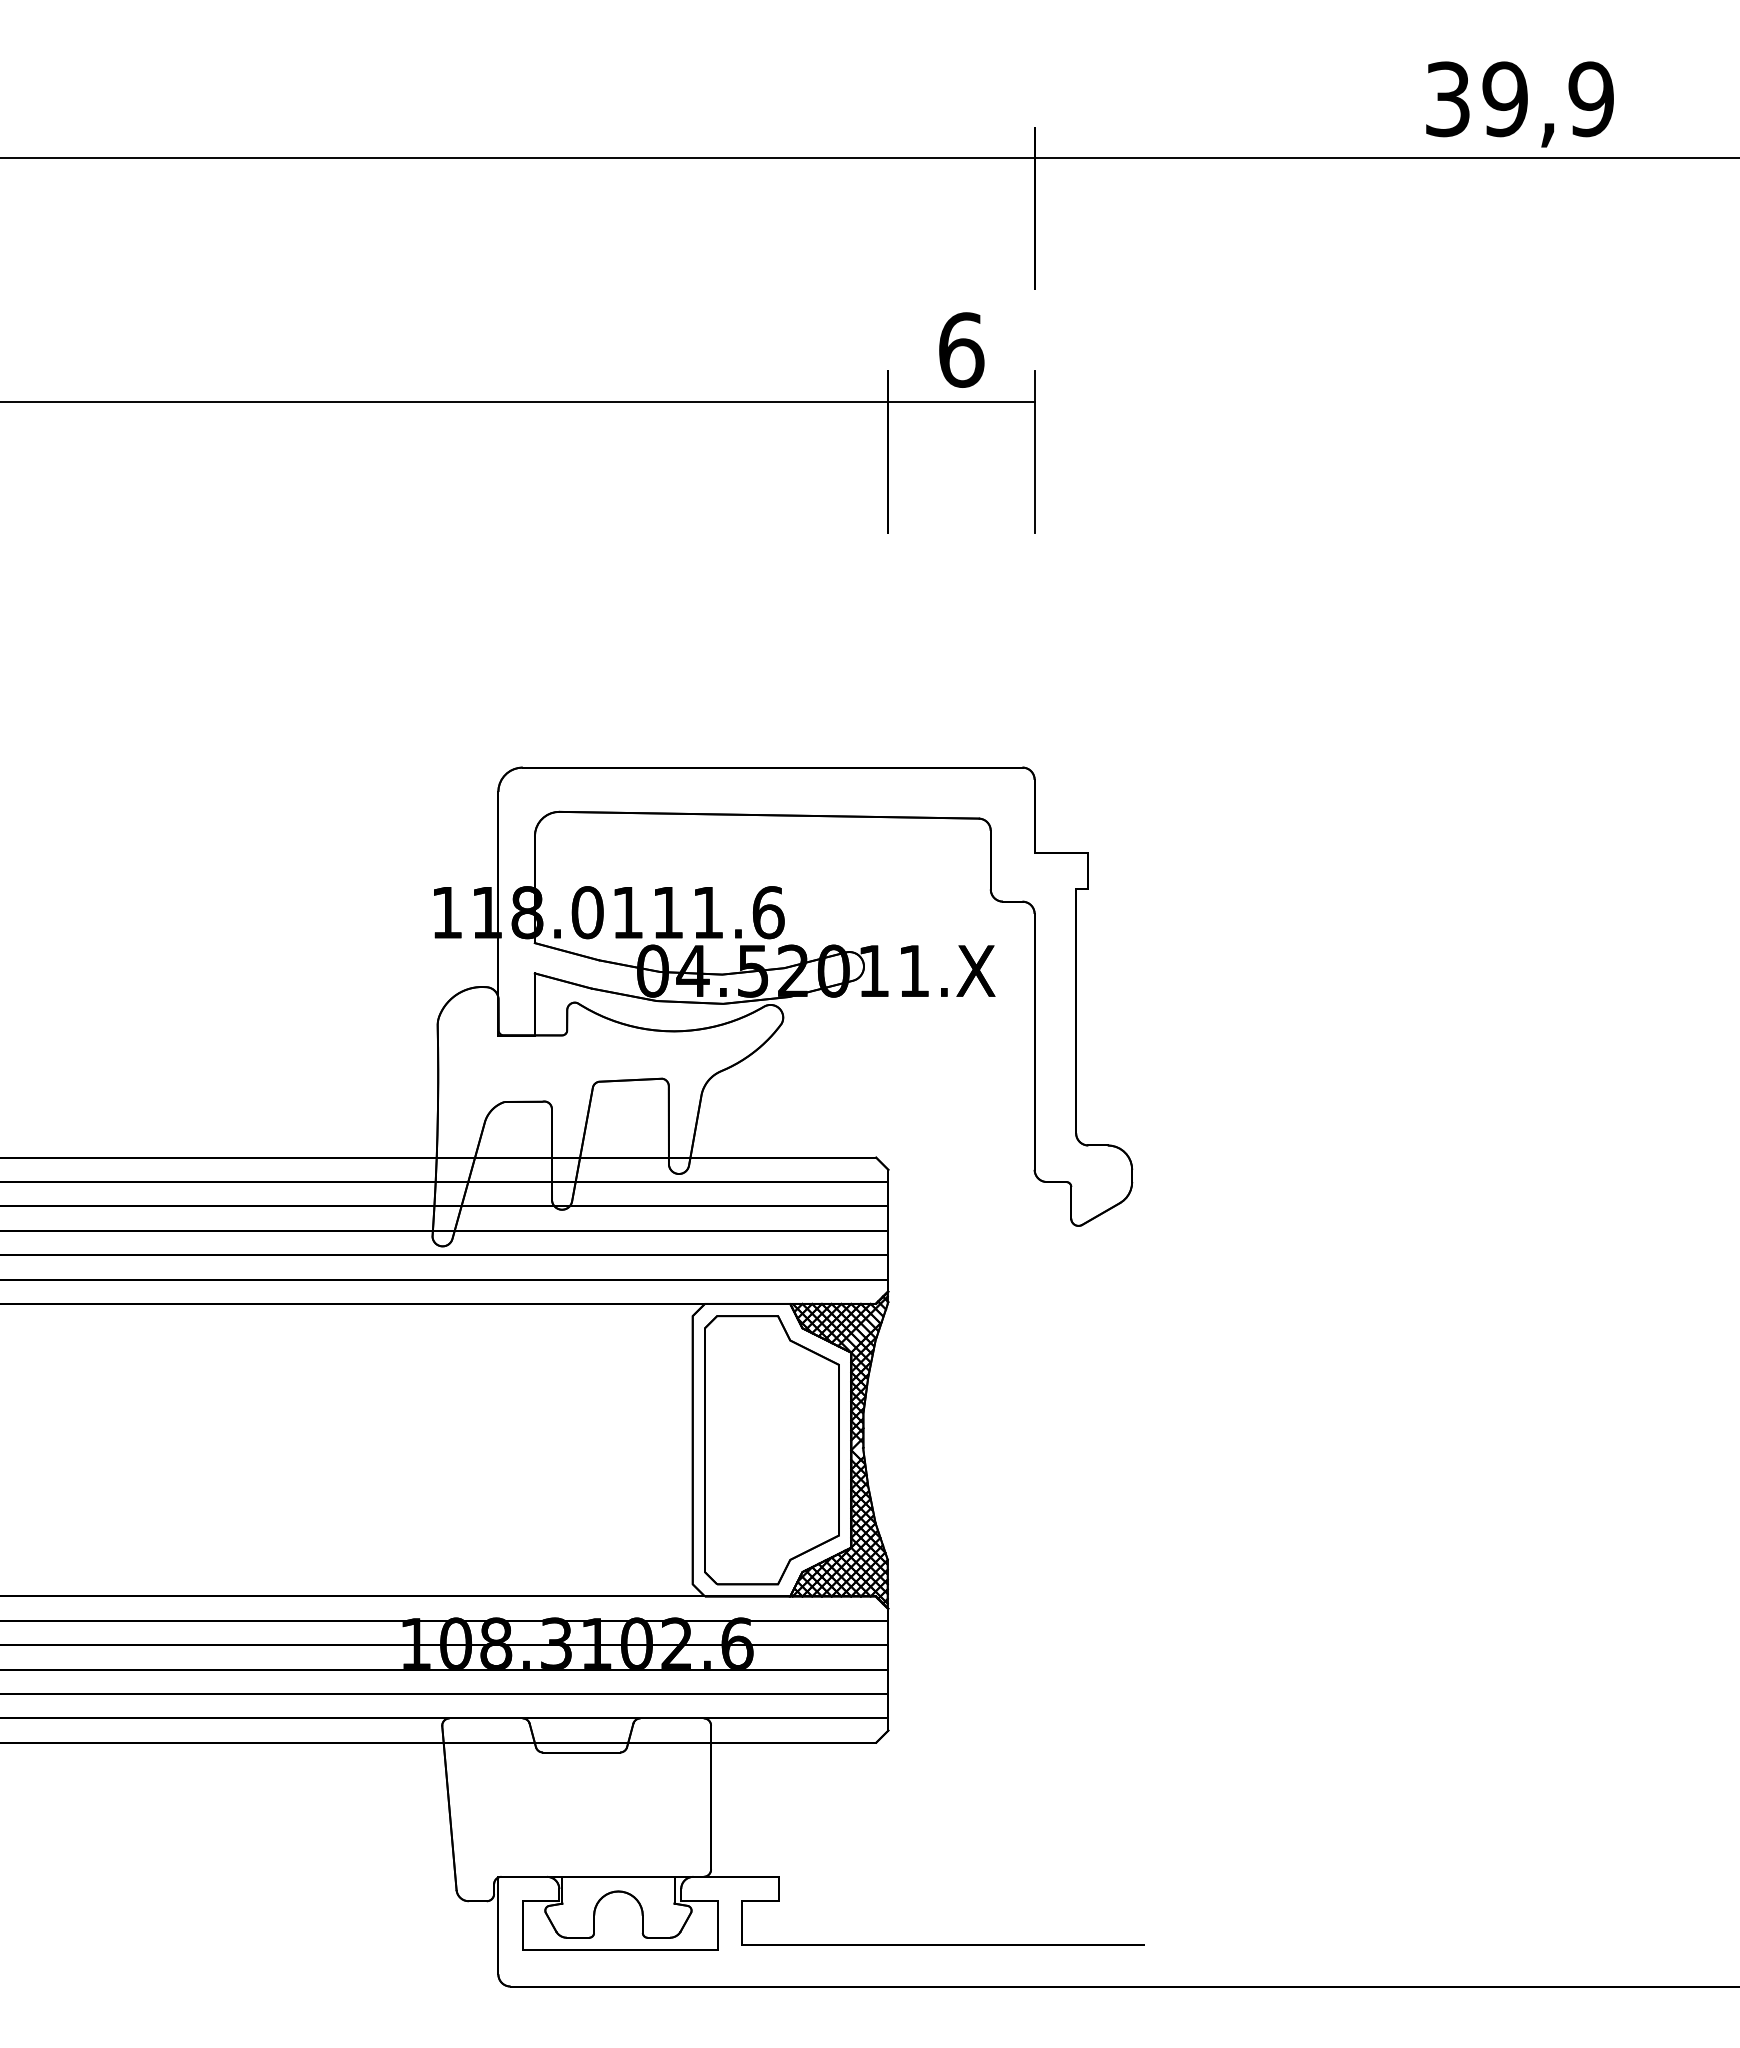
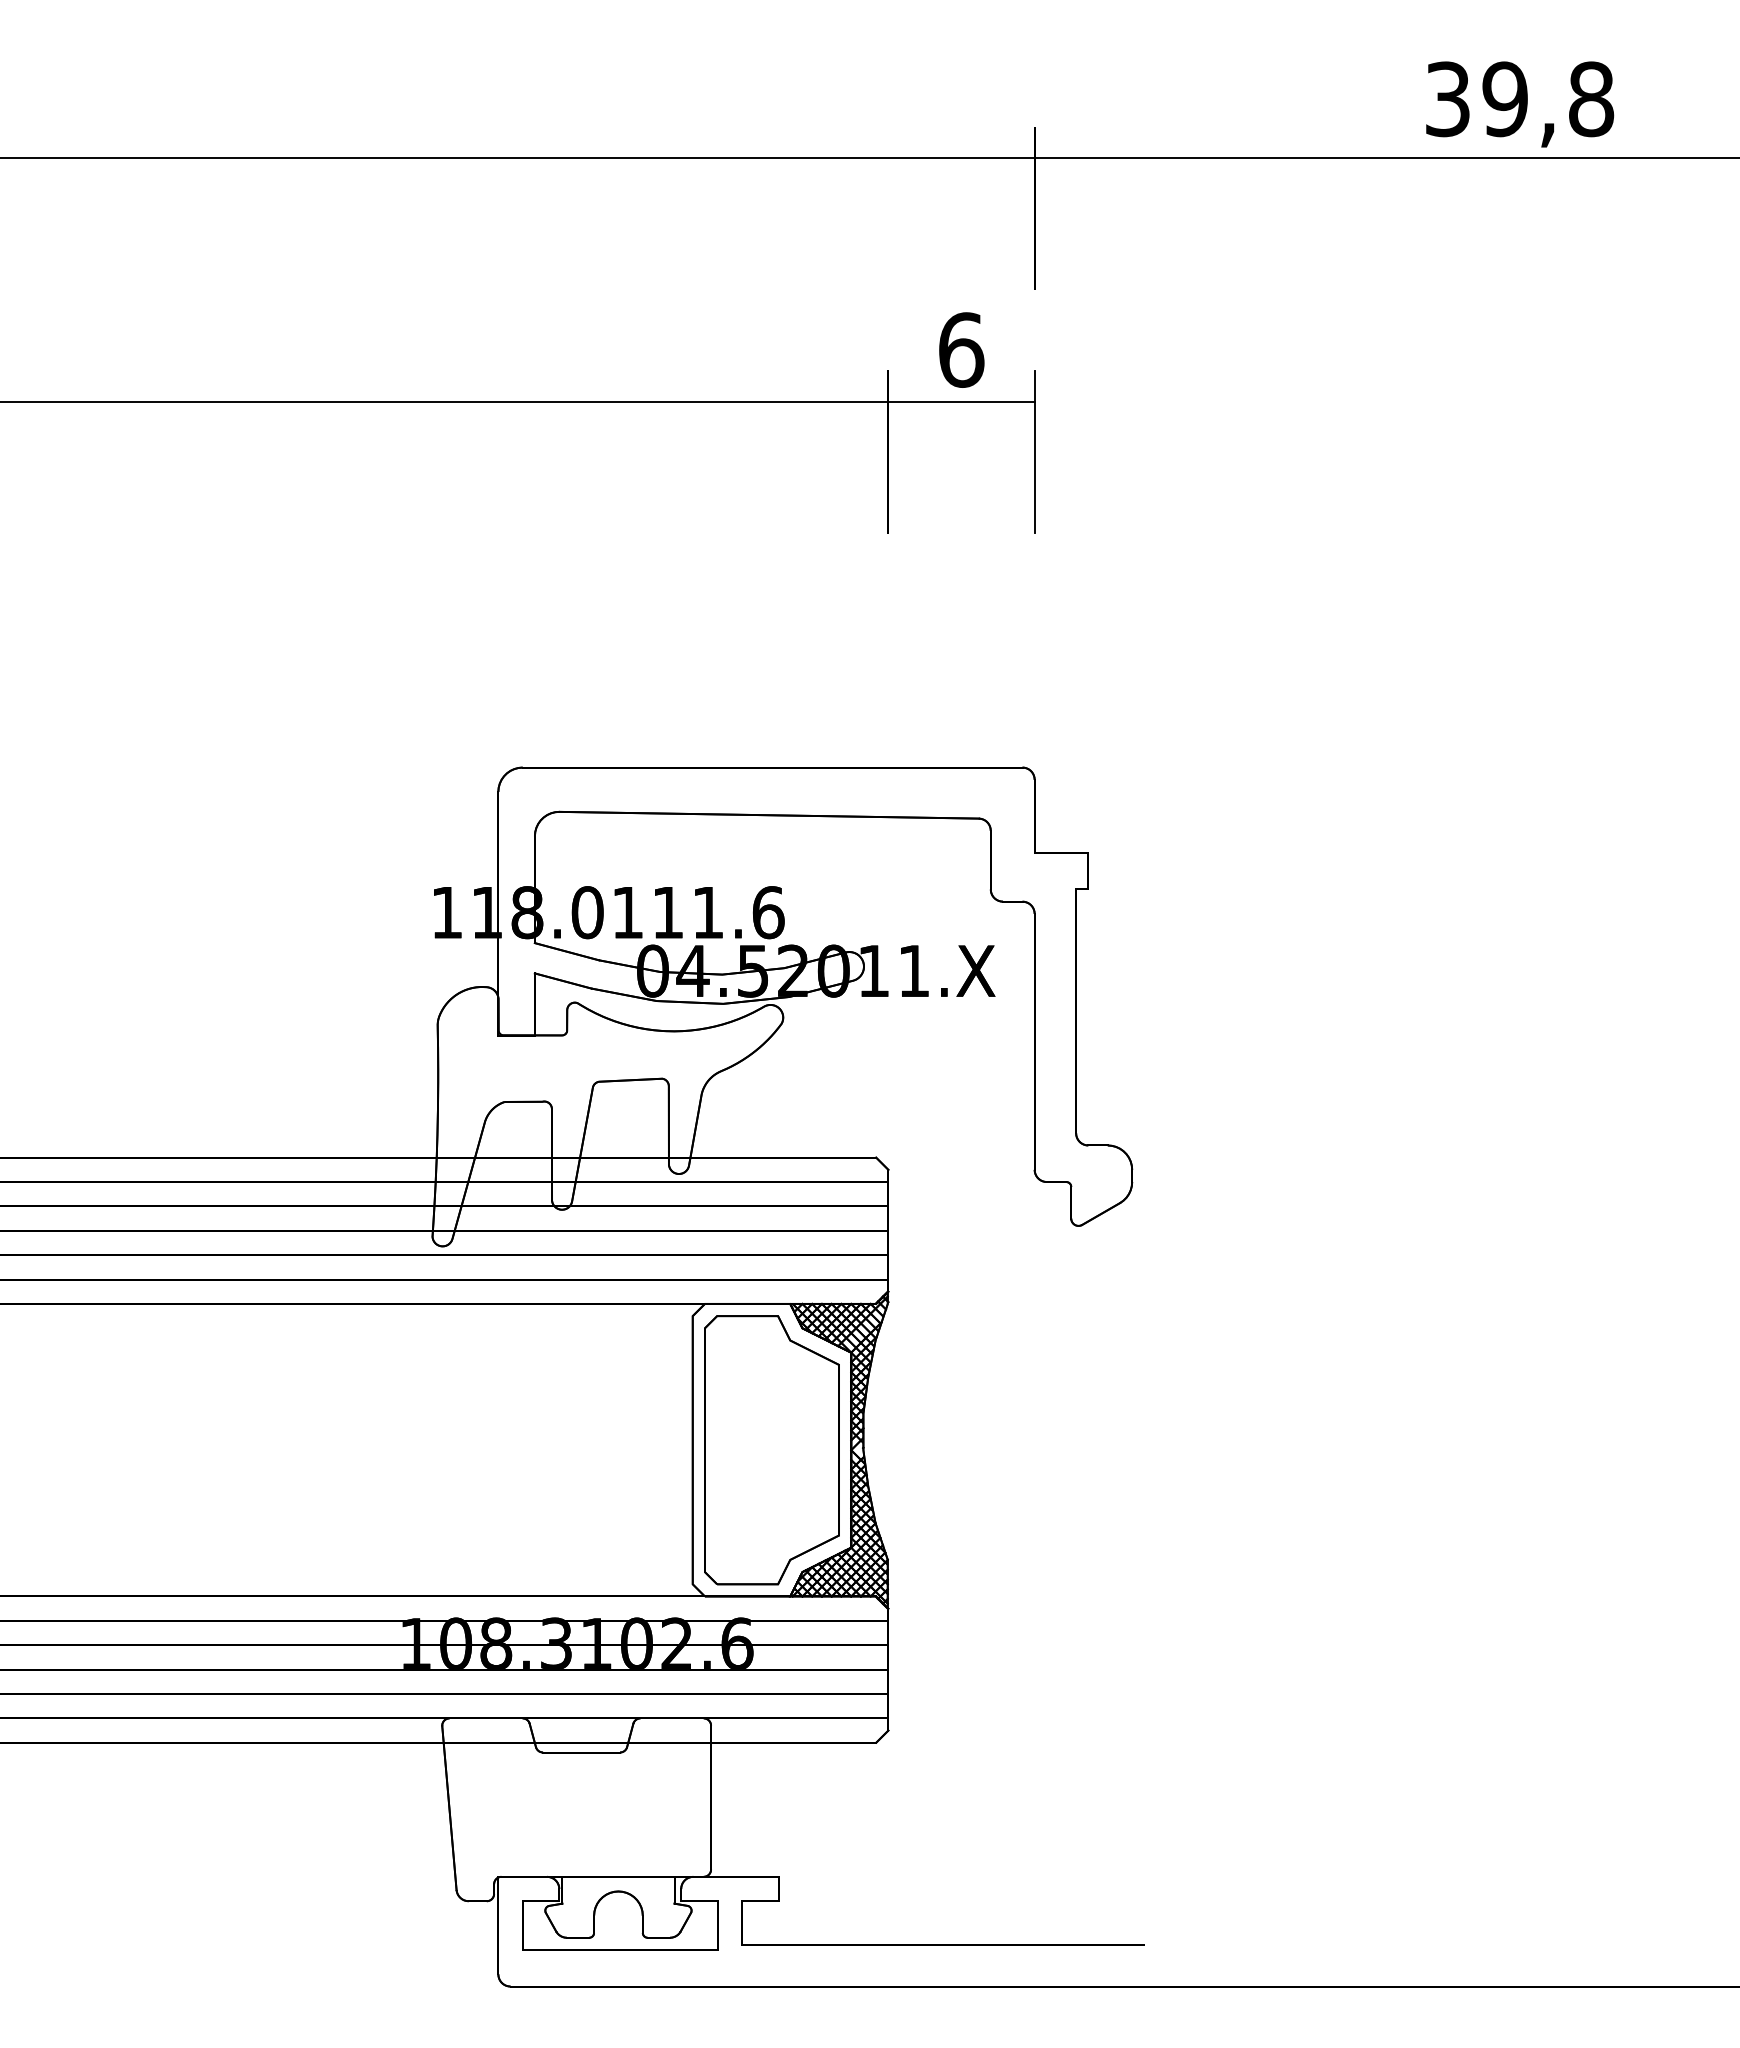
text at (1591, 99): 39,9 -> 39,8
